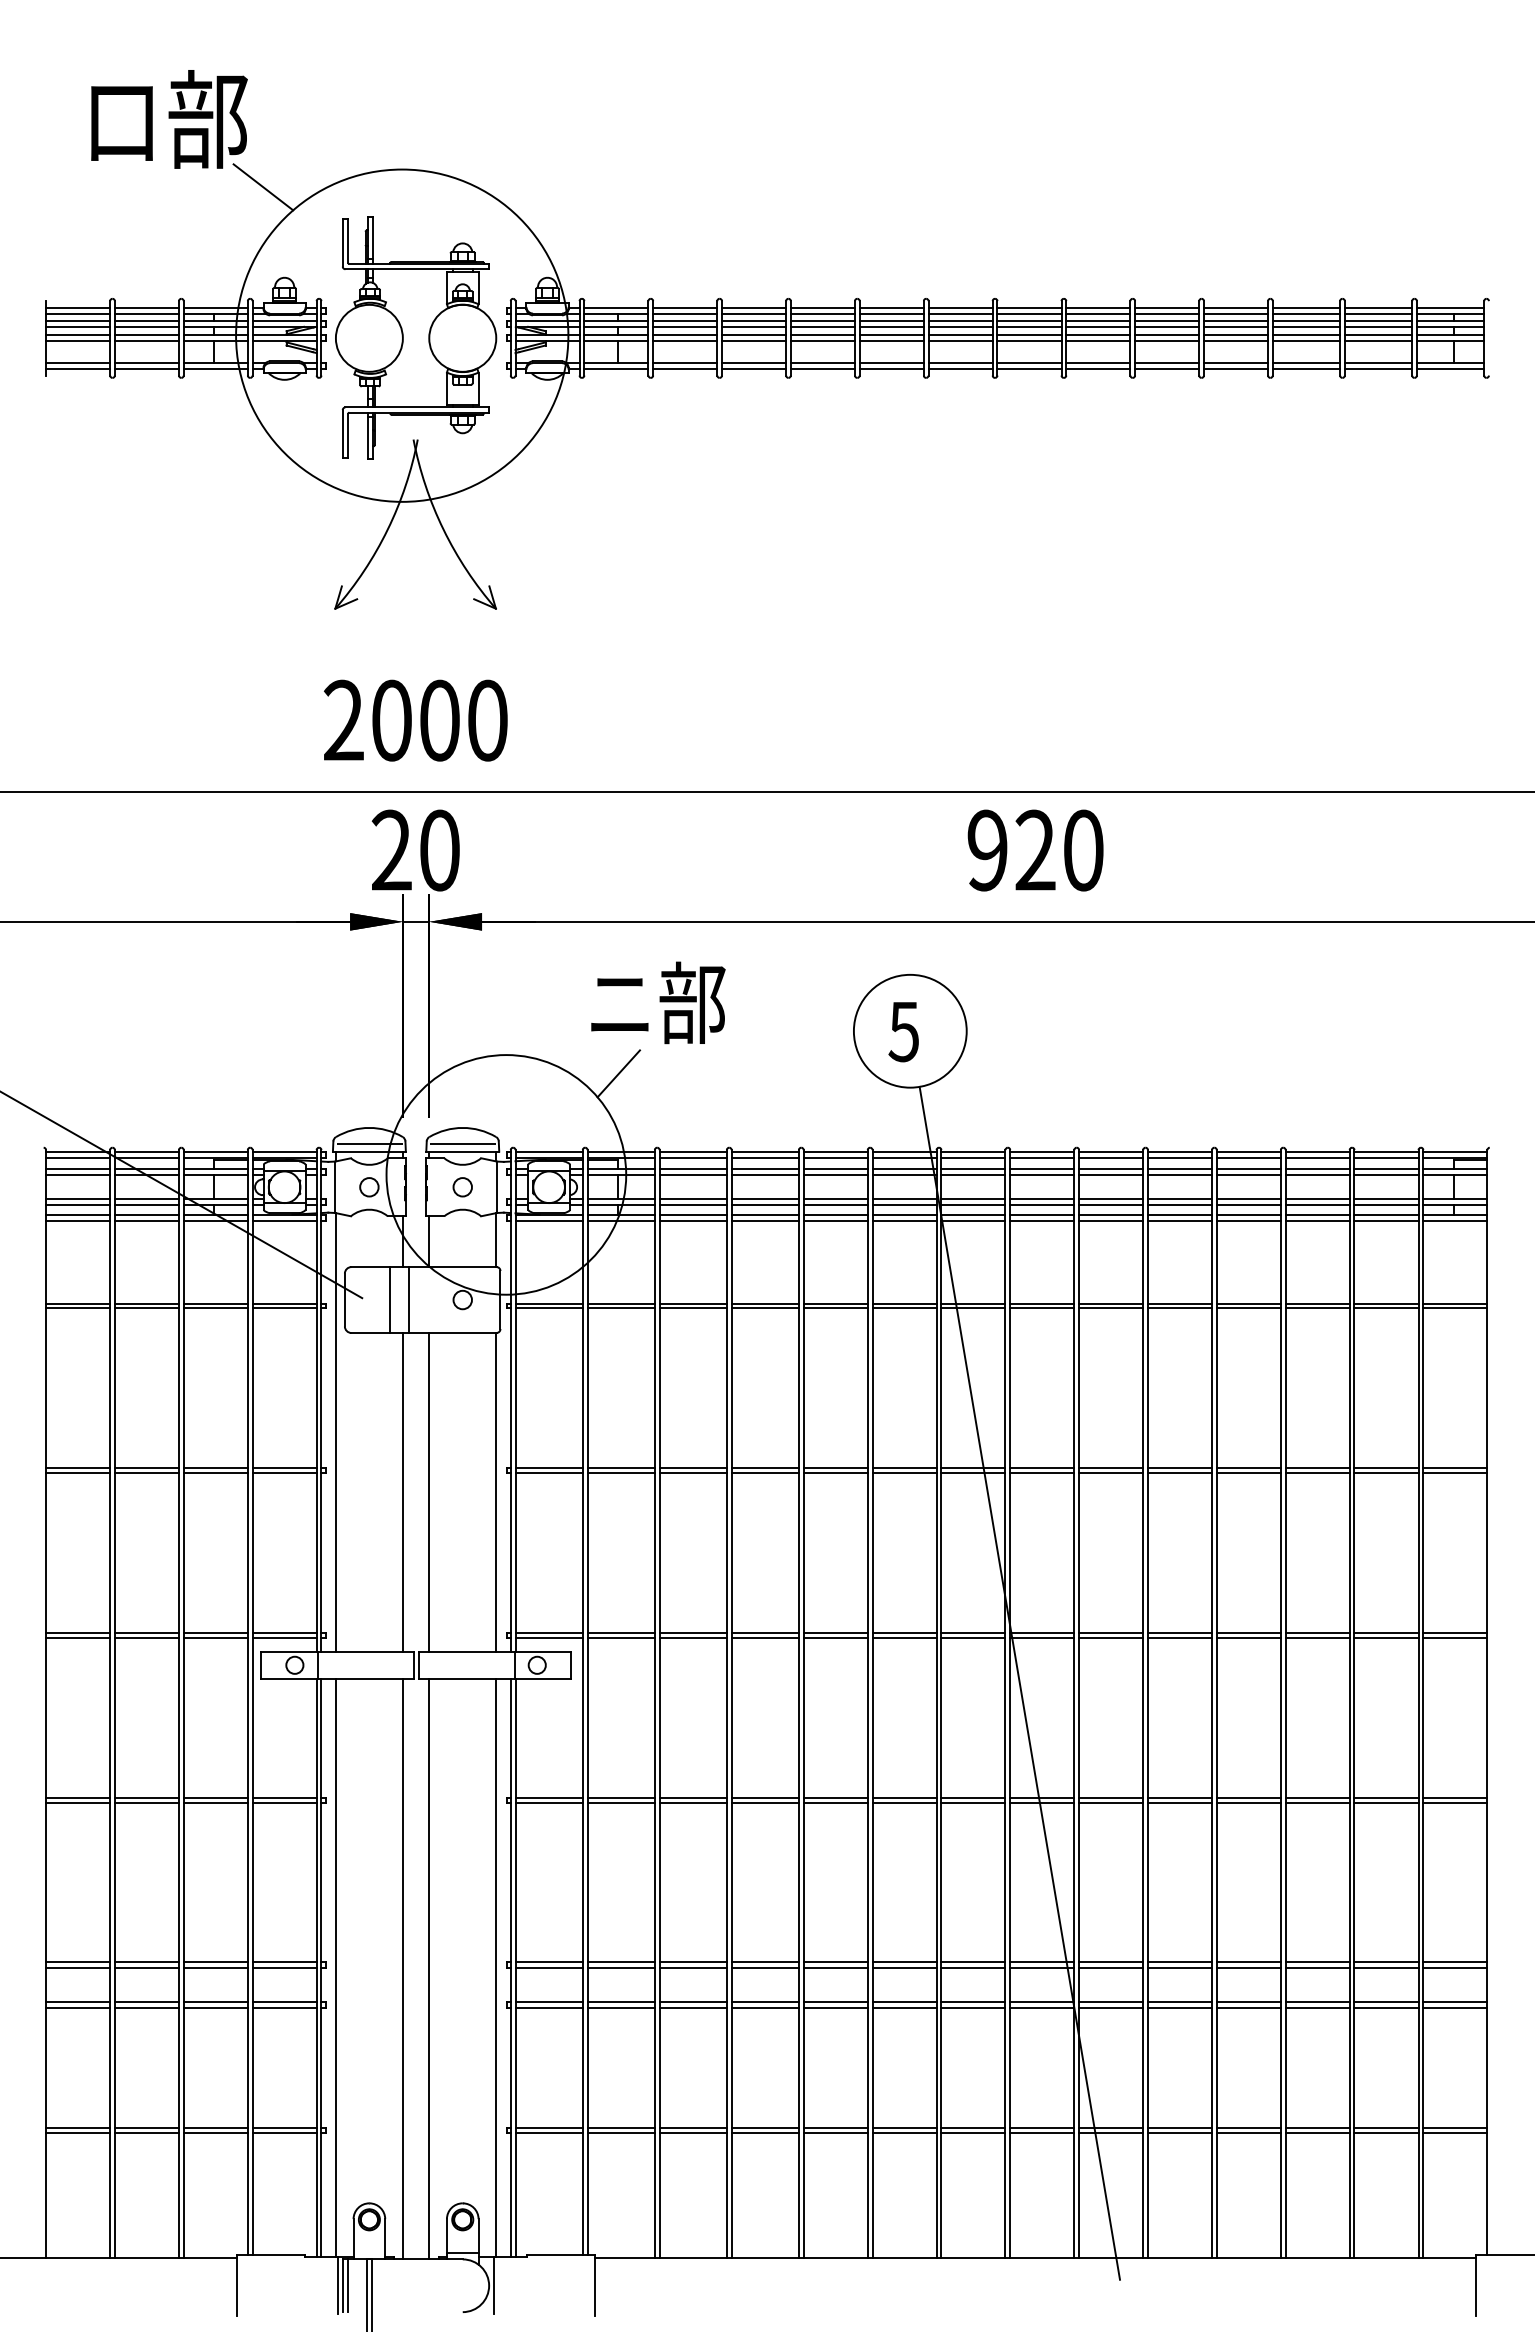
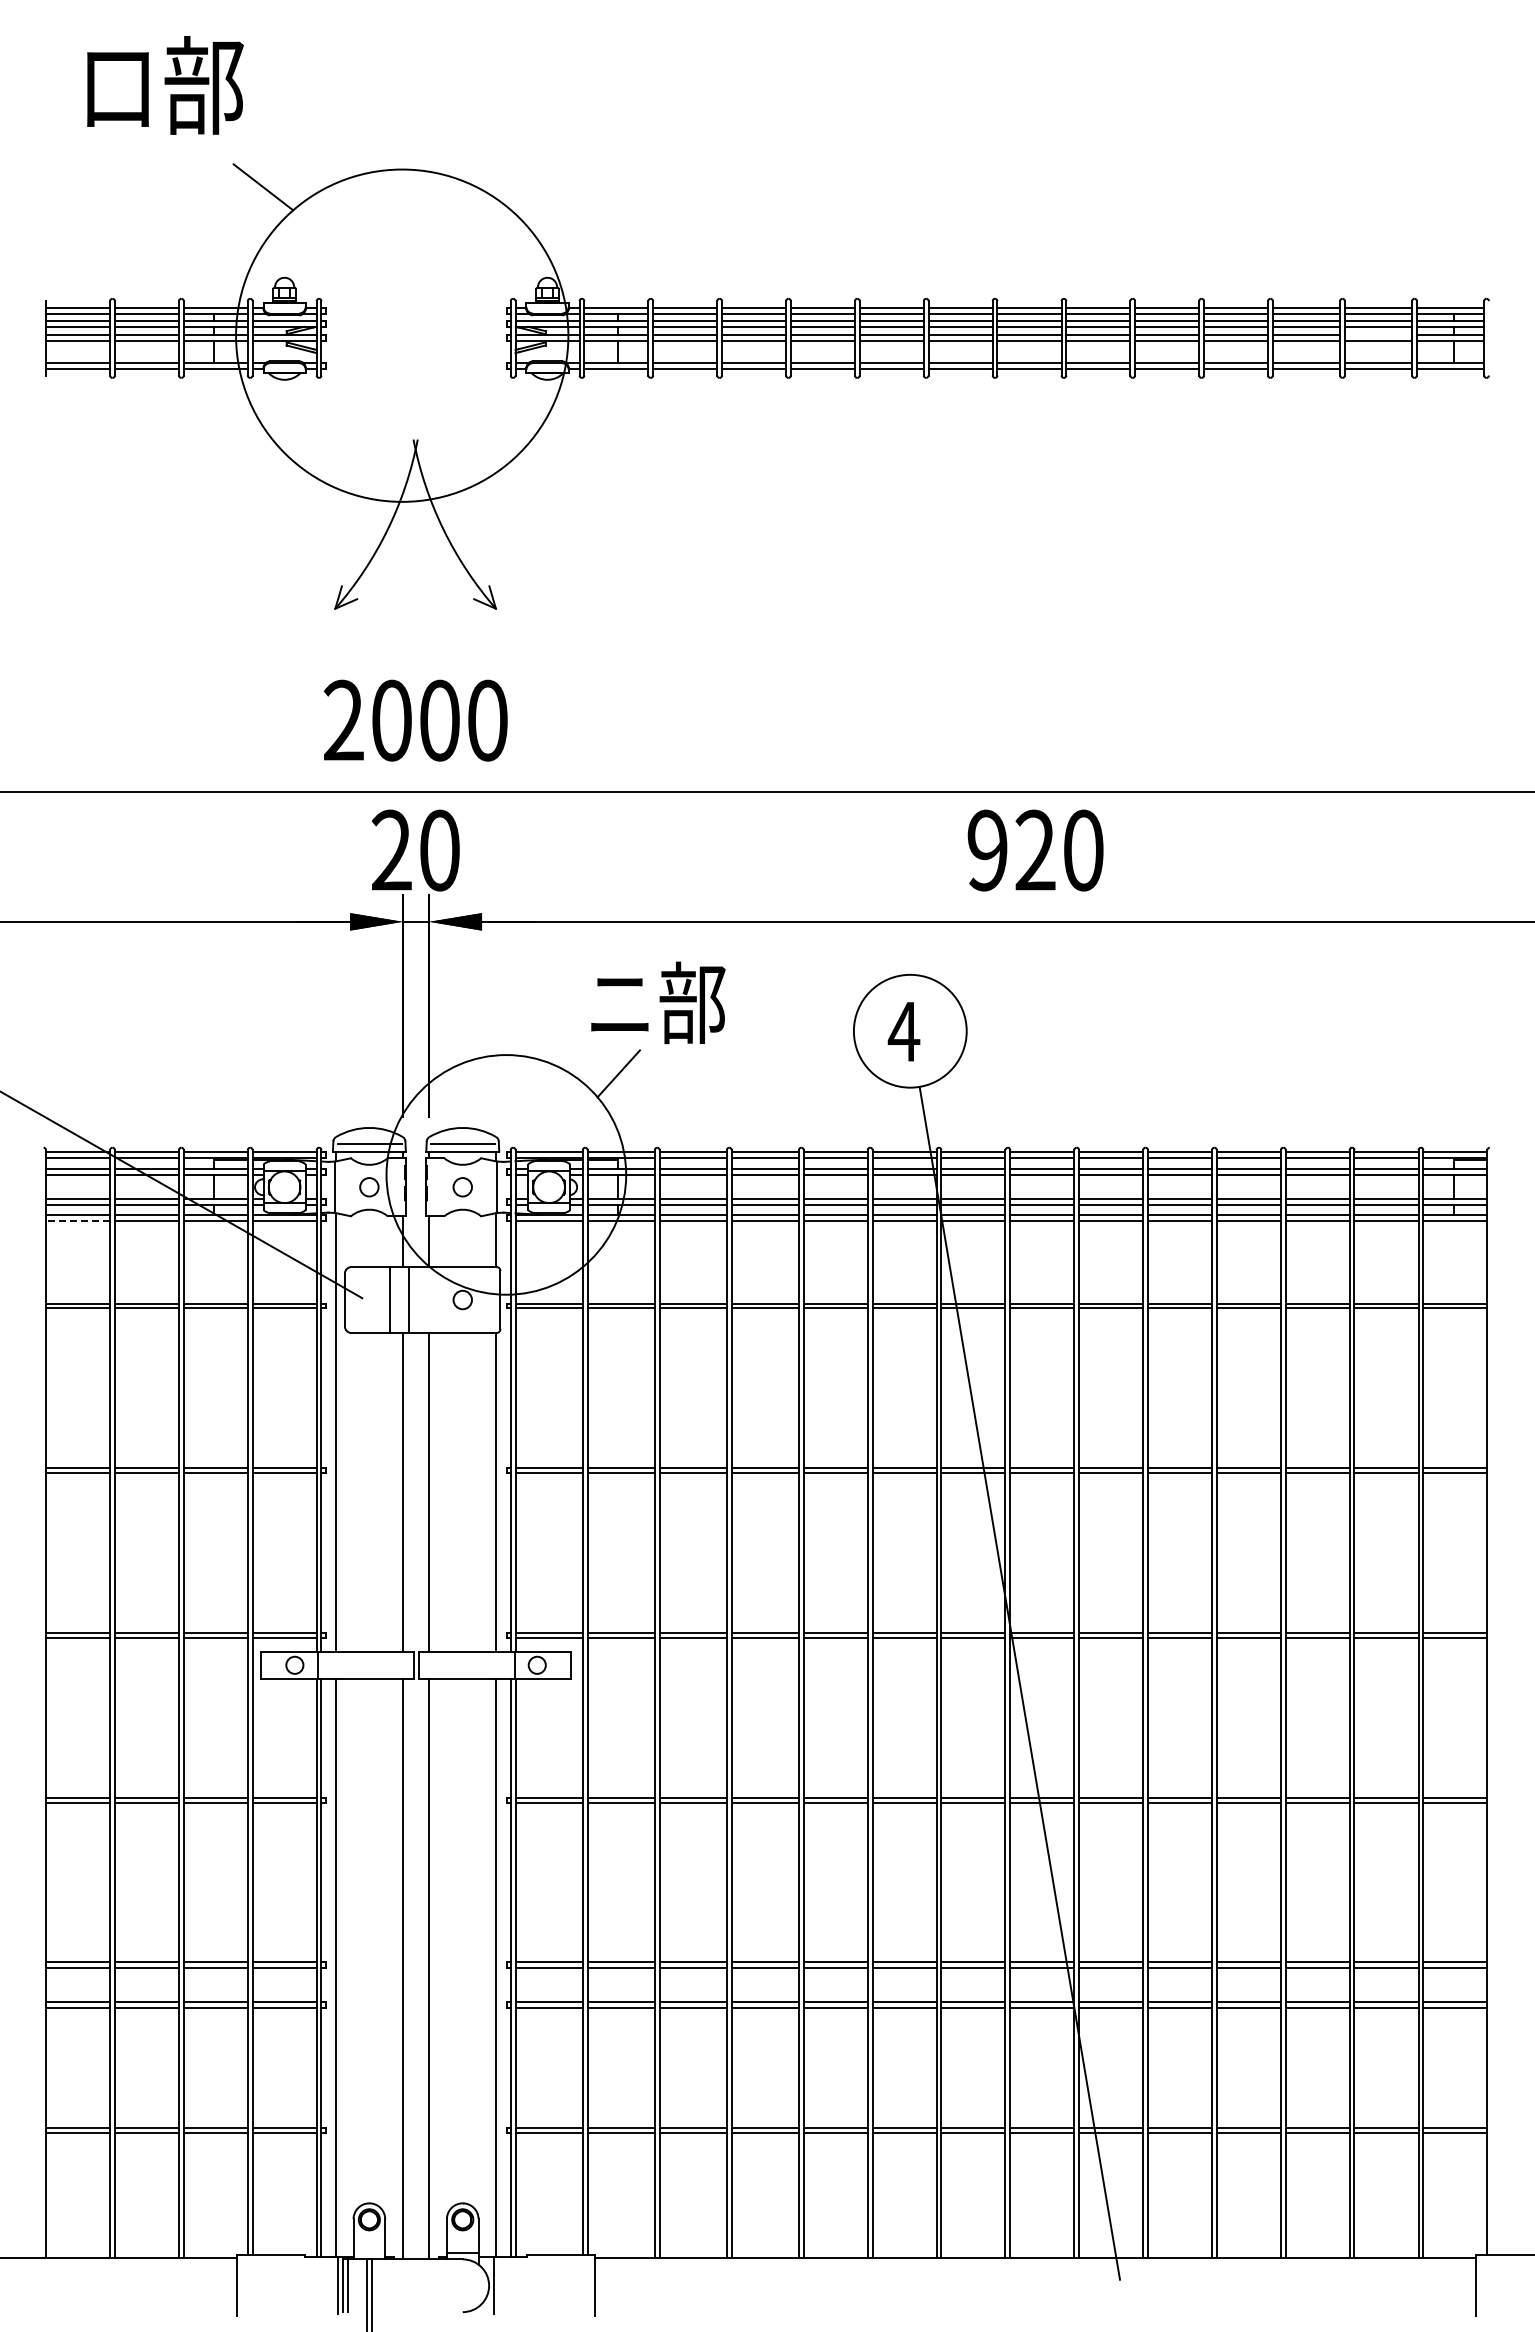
text at (169, 119) position: (169, 119) -> (165, 85)
line at (1378, 335): present -> none
part at (416, 337): present -> none
text at (903, 1032): 5 -> 4
line at (77, 1220): solid -> dashed
